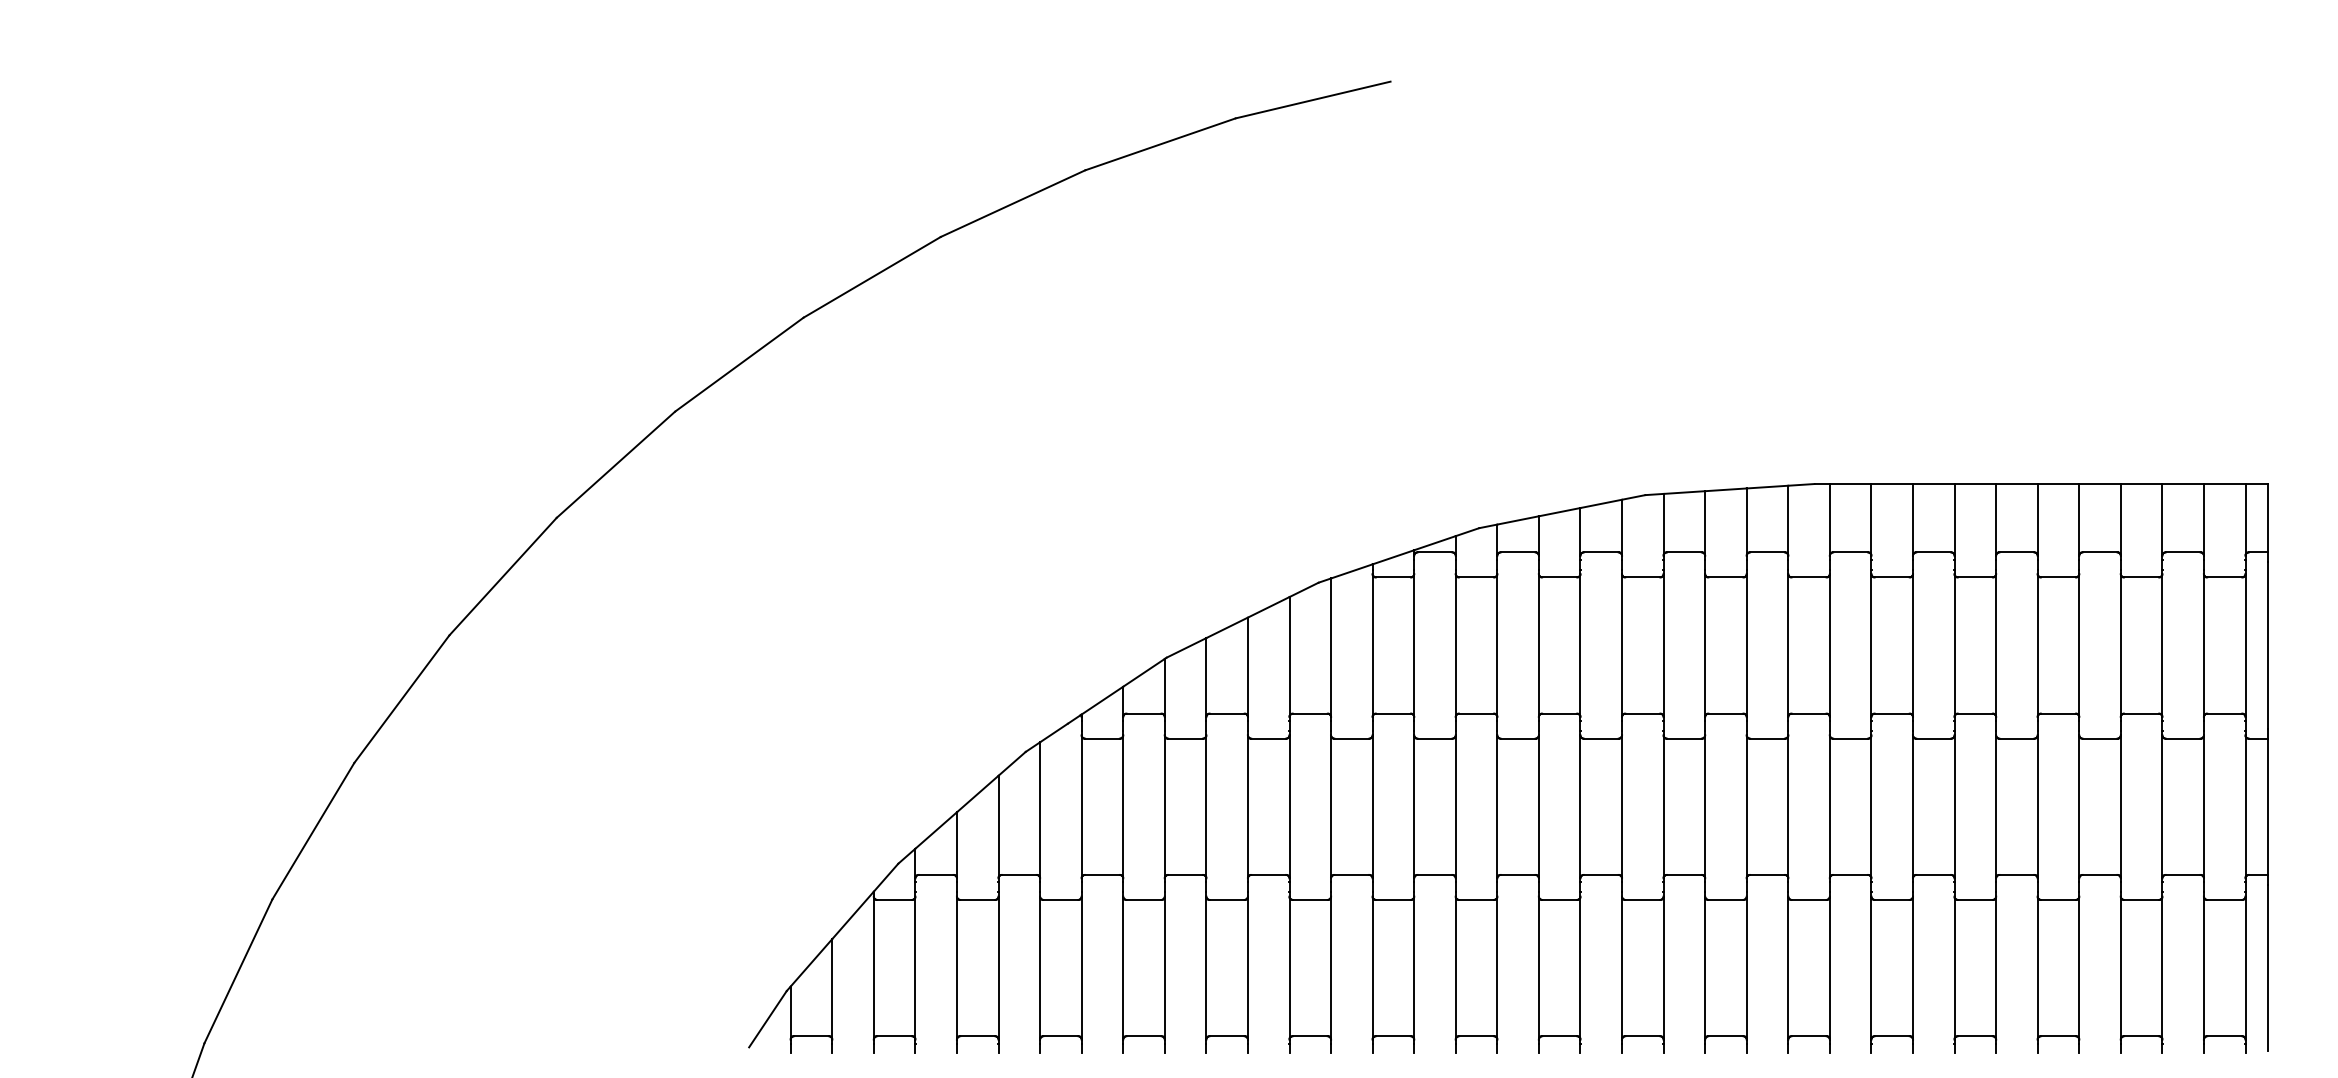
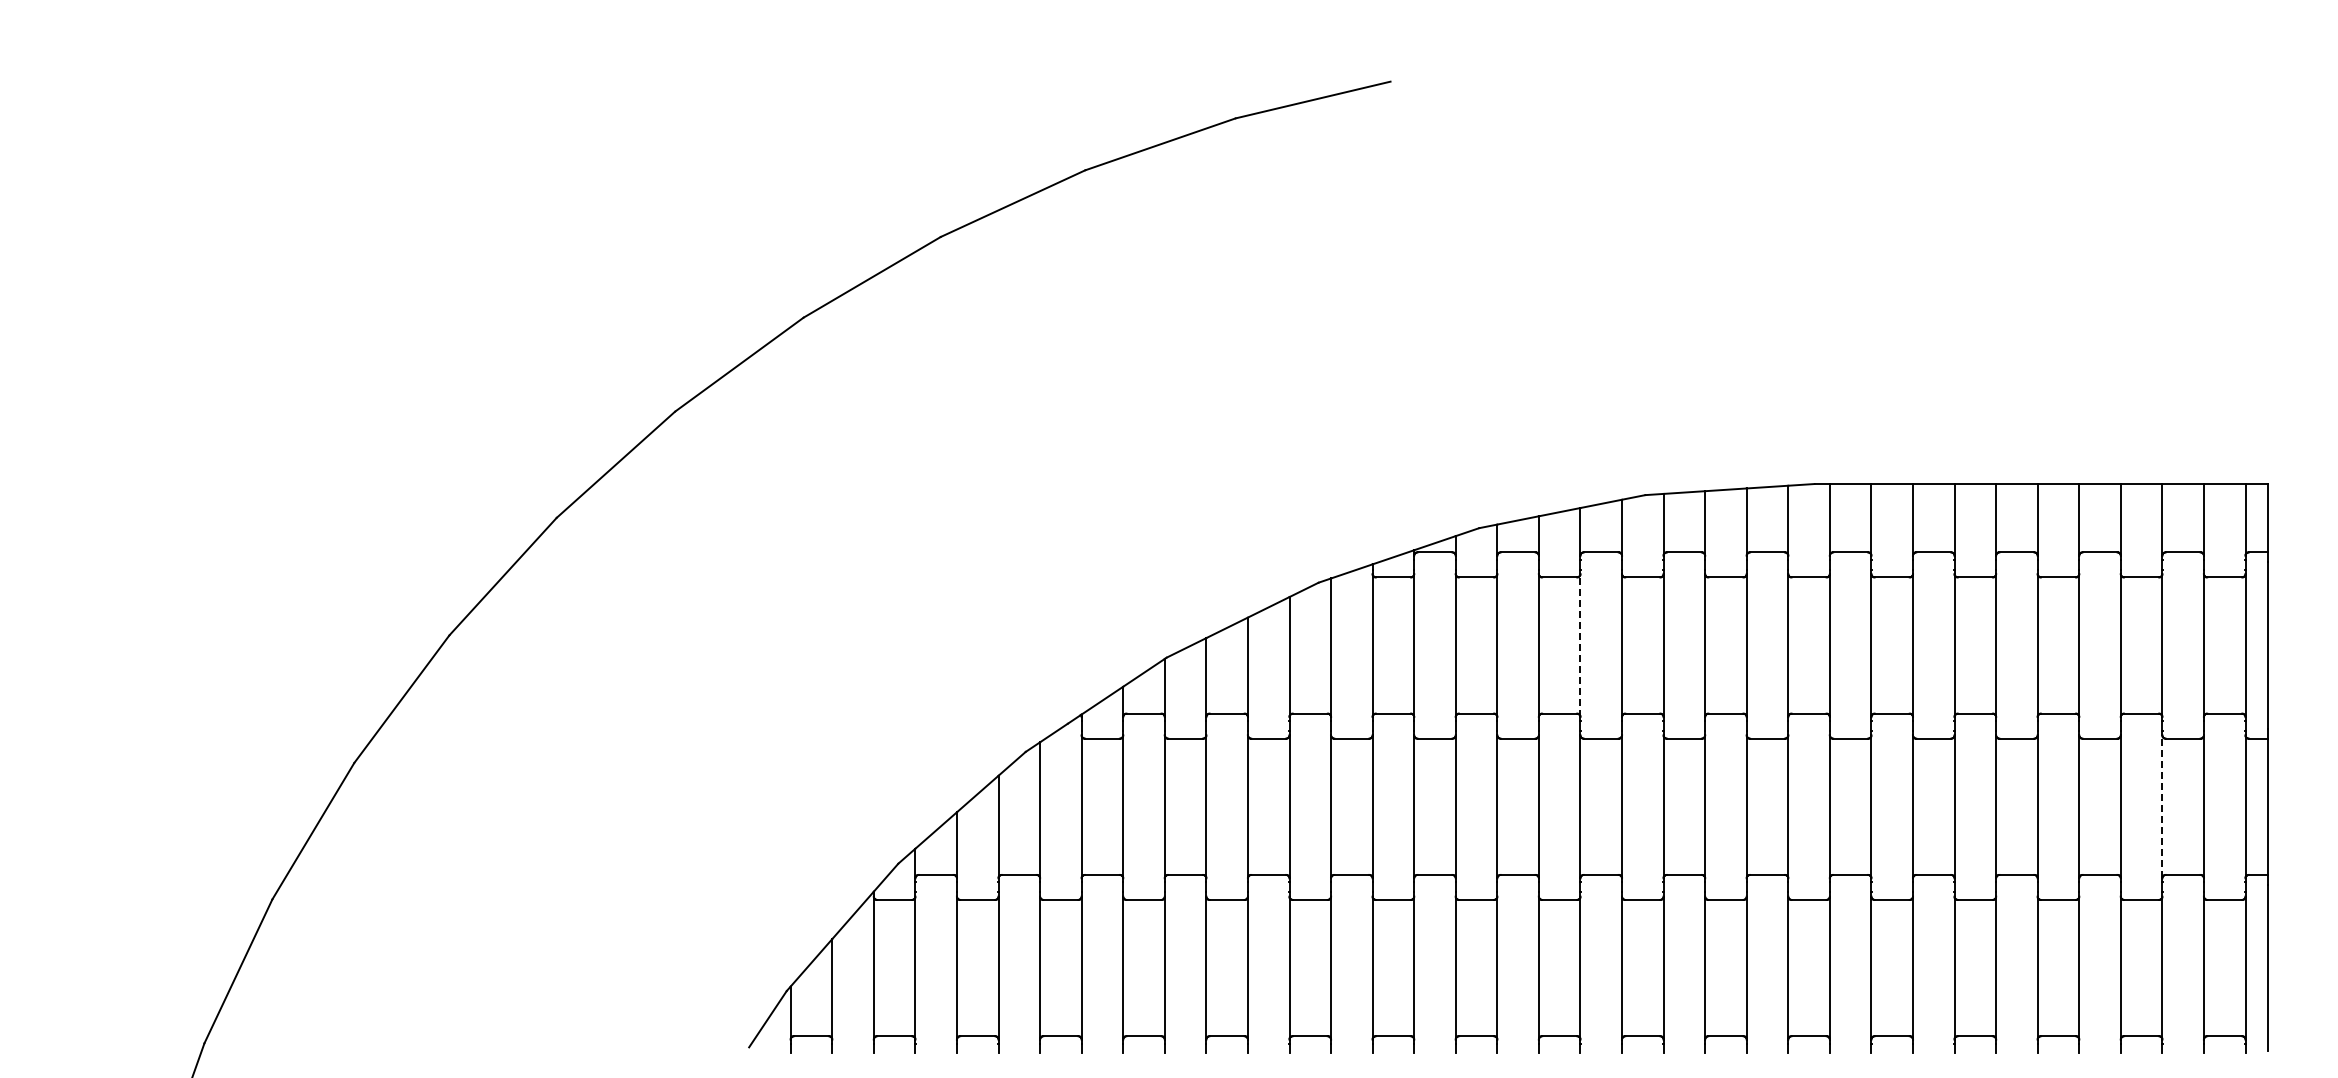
line at (1580, 645): solid -> dashed
line at (2162, 806): solid -> dashed
